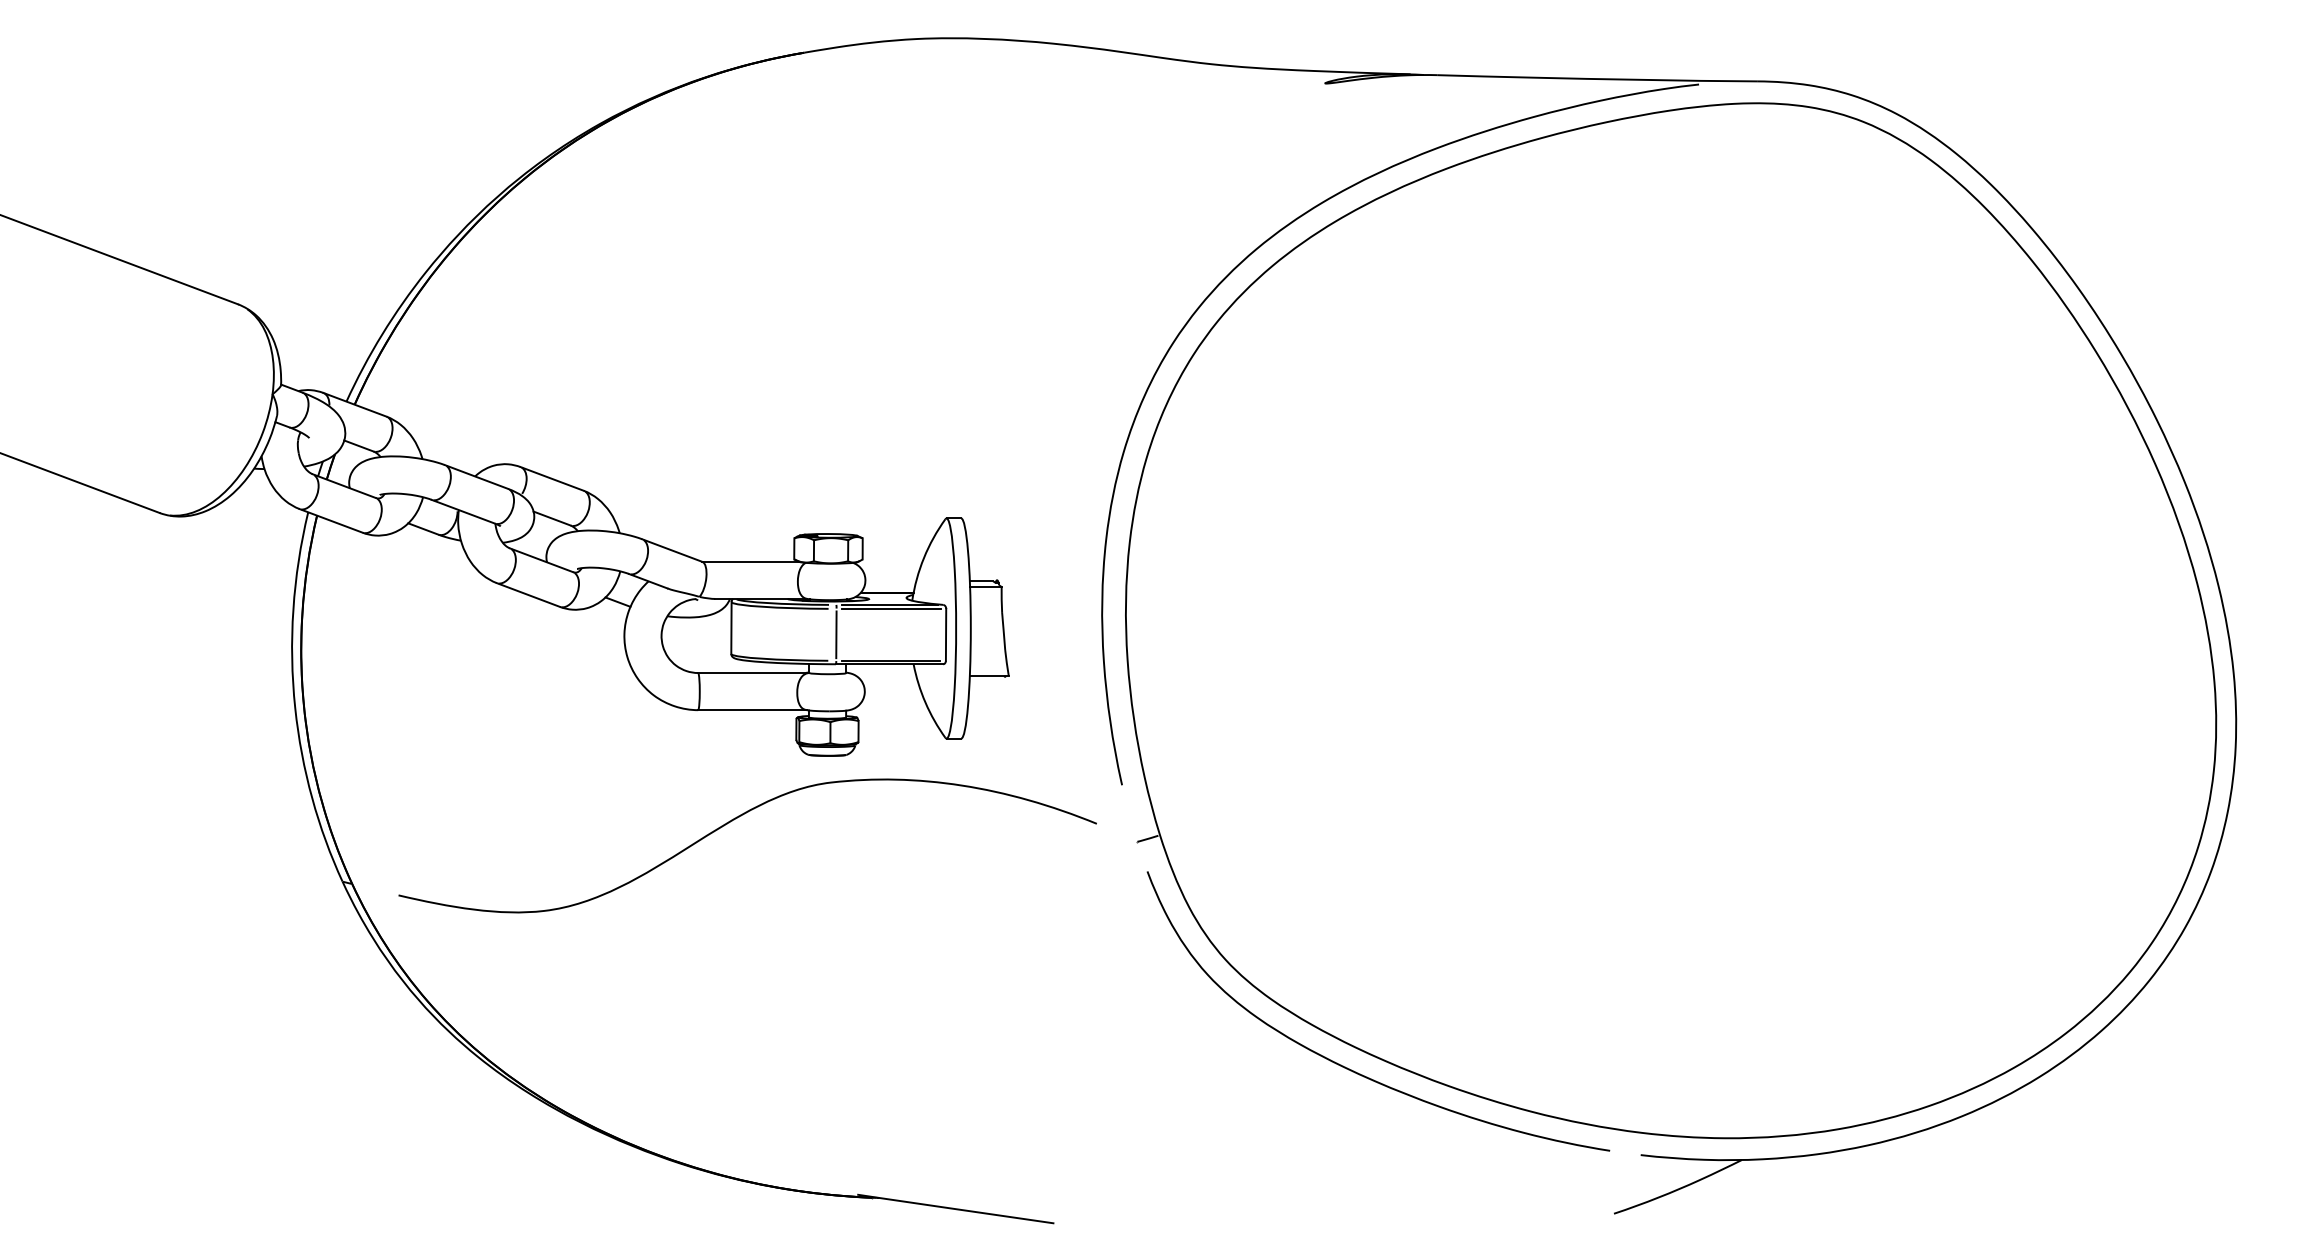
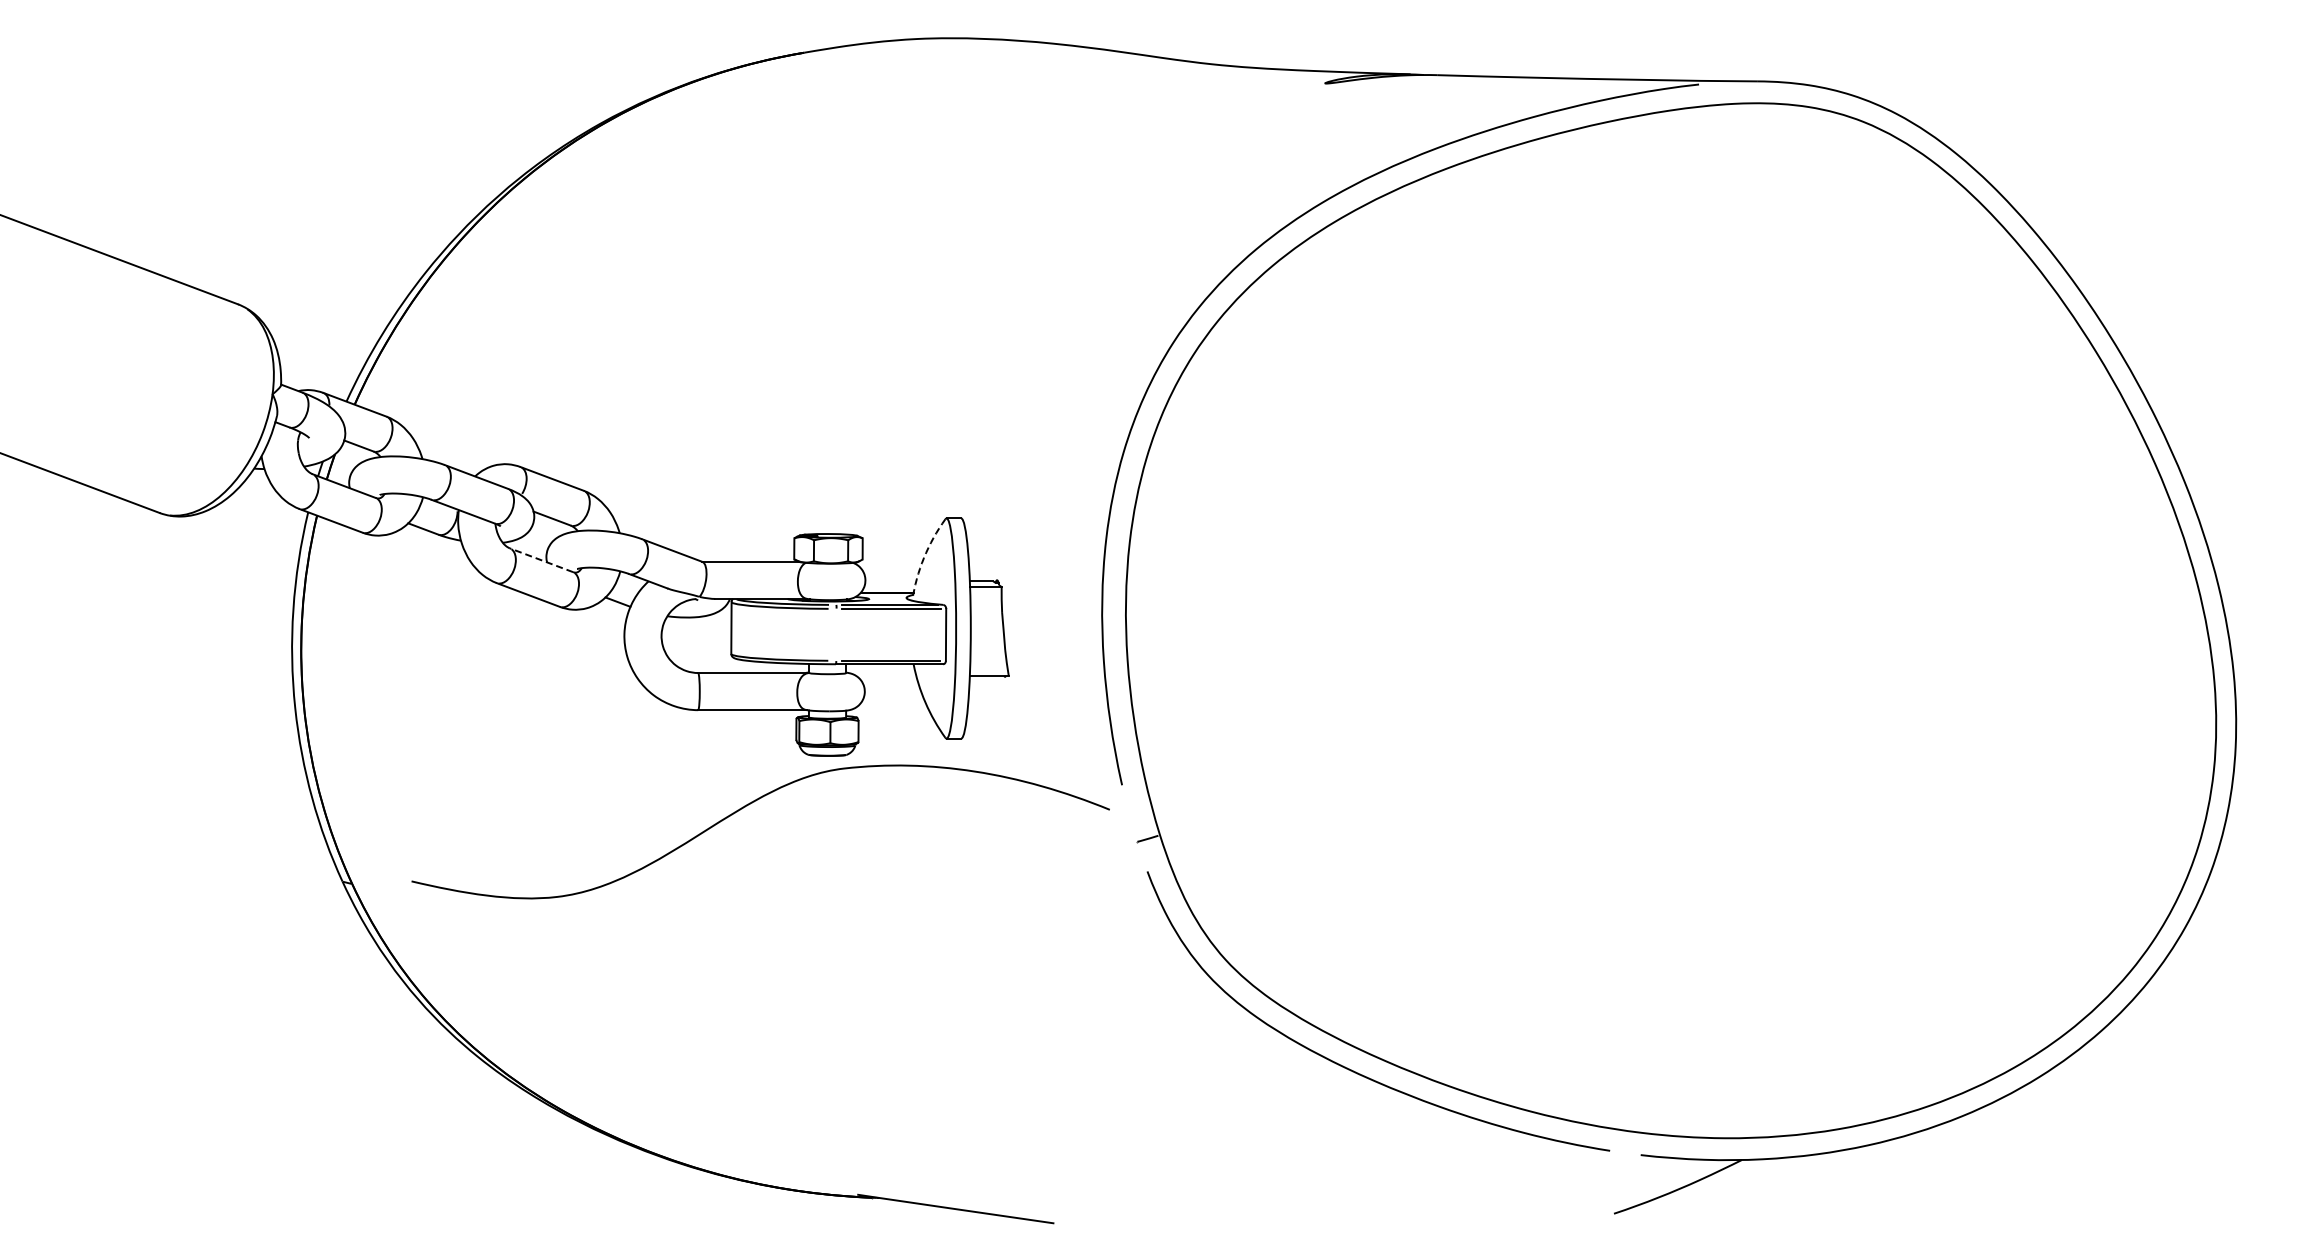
arc at (923, 558): solid -> dashed
line at (541, 560): solid -> dashed
line at (836, 634): present -> none
curve at (734, 820) position: (734, 820) -> (747, 806)
